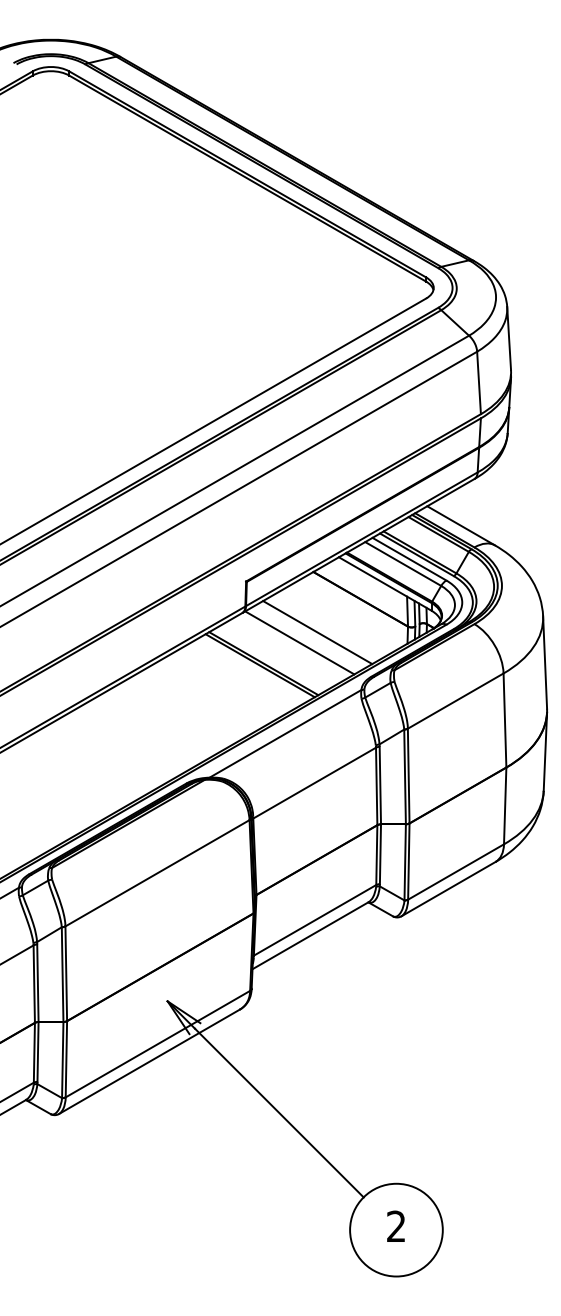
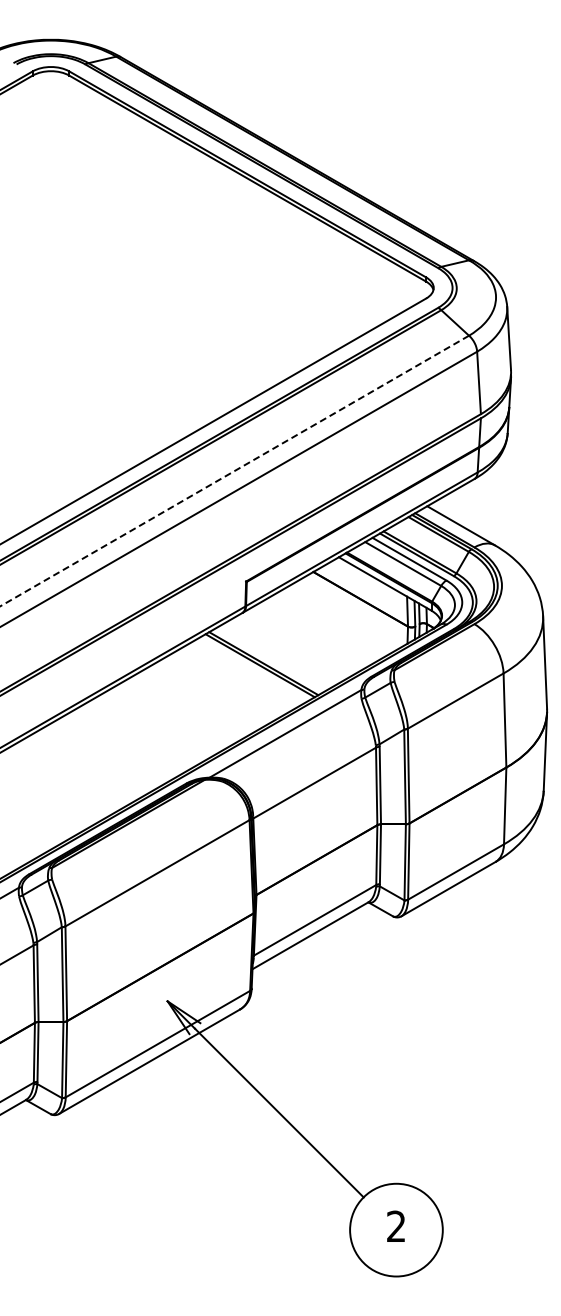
line at (234, 471): solid -> dashed
line at (317, 632): present -> none
line at (299, 642): present -> none
